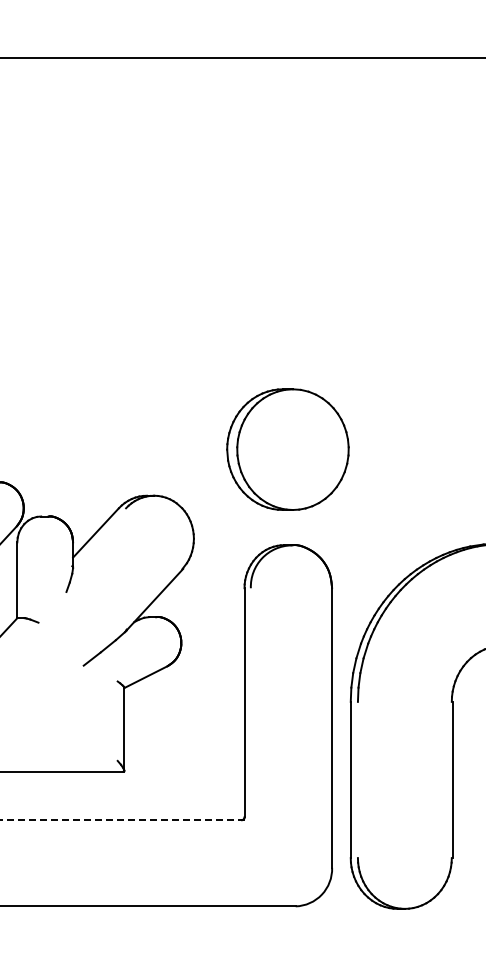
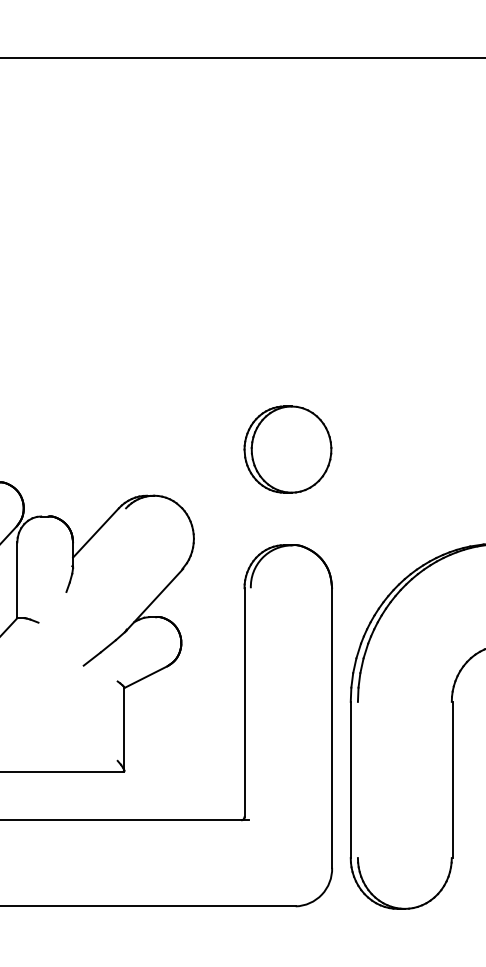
part at (287, 449) size: 124x123 px -> 90x89 px
line at (125, 820): dashed -> solid
